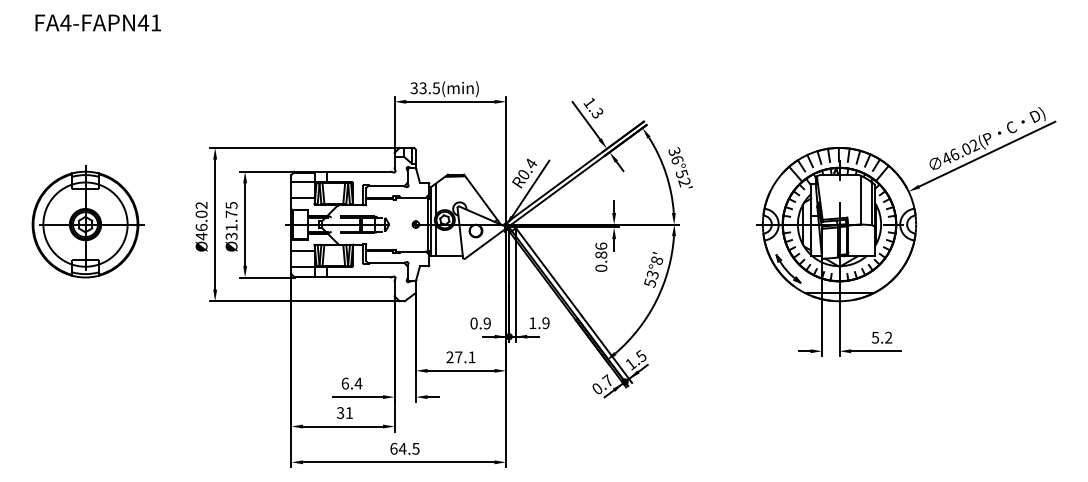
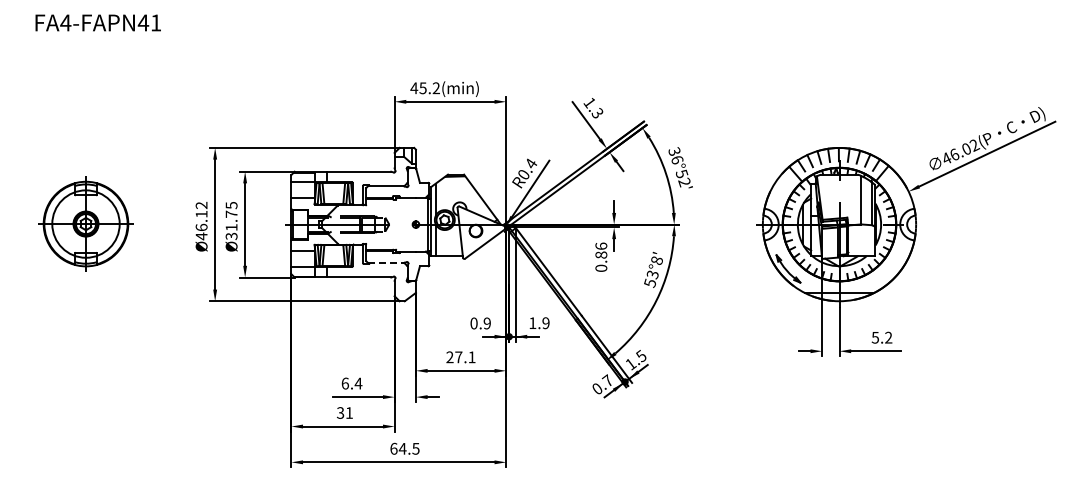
text at (424, 88): 33.5(min) -> 45.2(min)
text at (201, 213): Ø46.02 -> Ø46.12
part at (87, 221) size: 114x114 px -> 96x96 px
line at (386, 262): solid -> dashed
